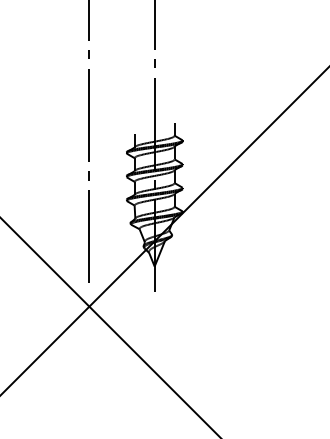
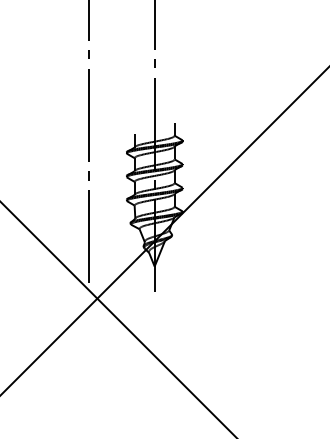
line at (110, 327) position: (110, 327) -> (118, 319)
